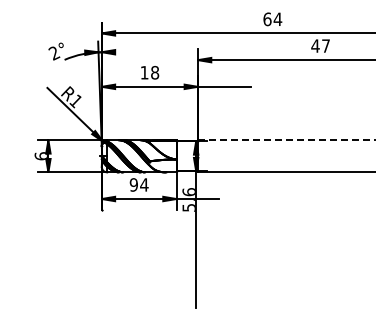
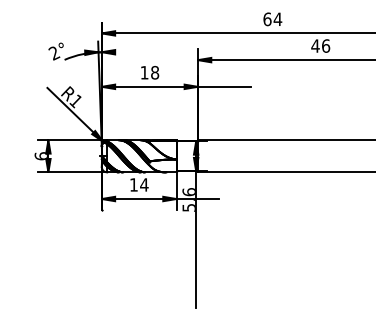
text at (326, 45): 47 -> 46
line at (286, 140): dashed -> solid
text at (133, 184): 94 -> 14
